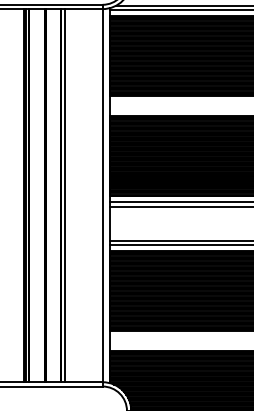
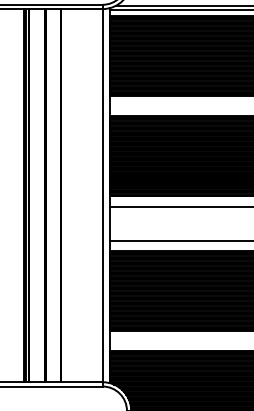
line at (64, 195): present -> none
line at (179, 202): present -> none
line at (179, 245): present -> none
